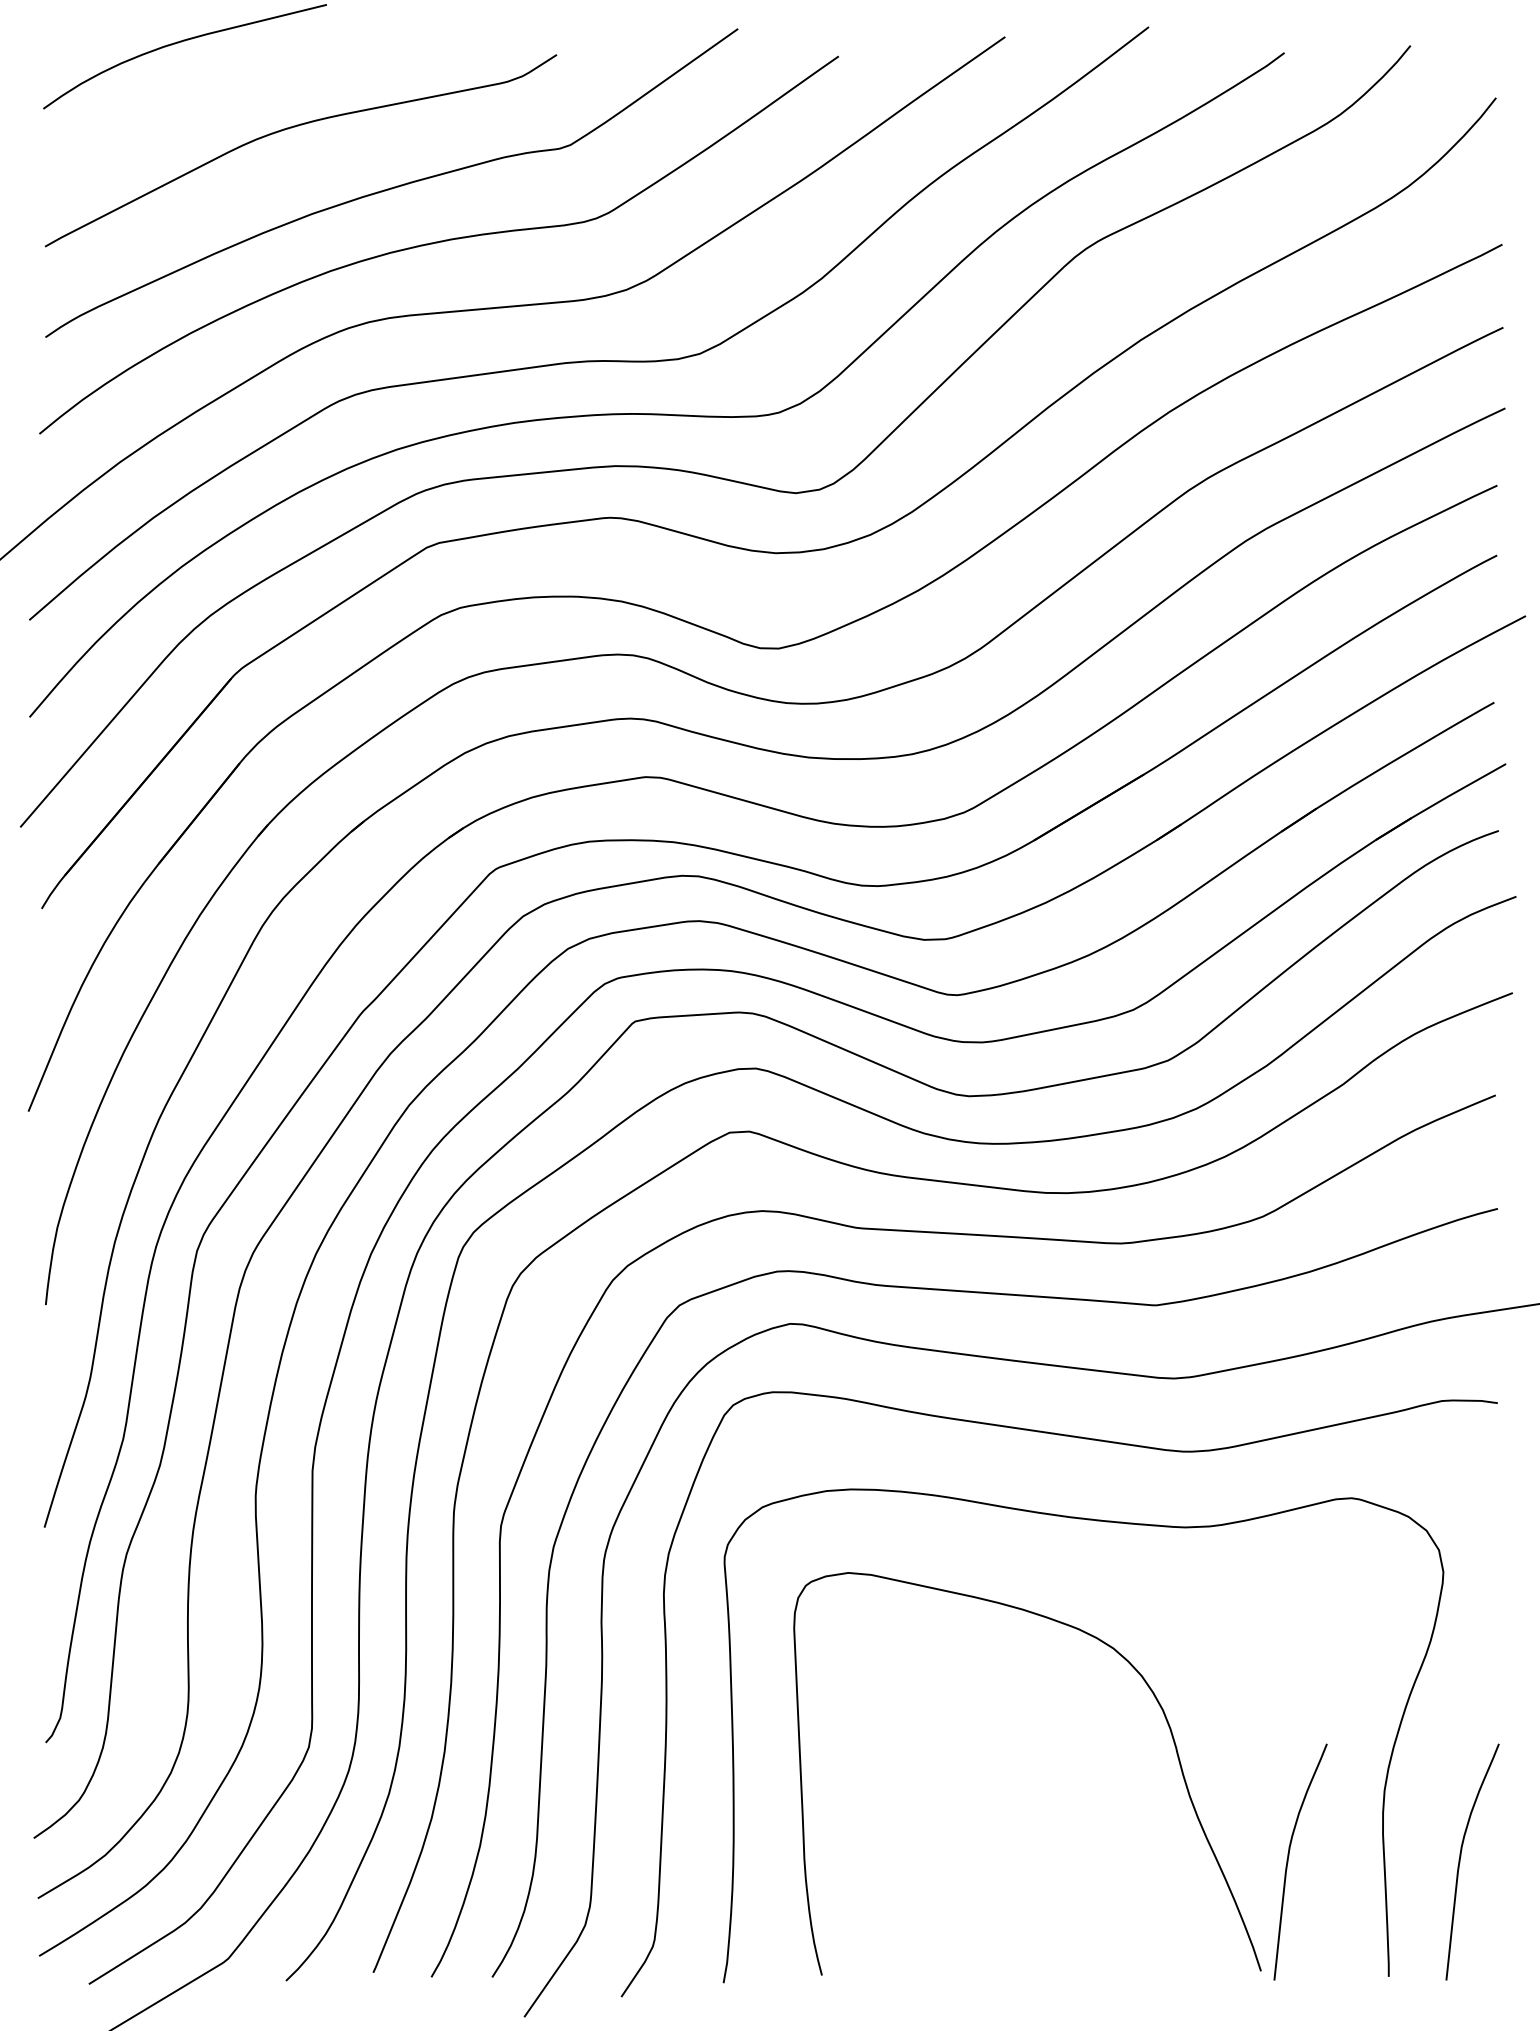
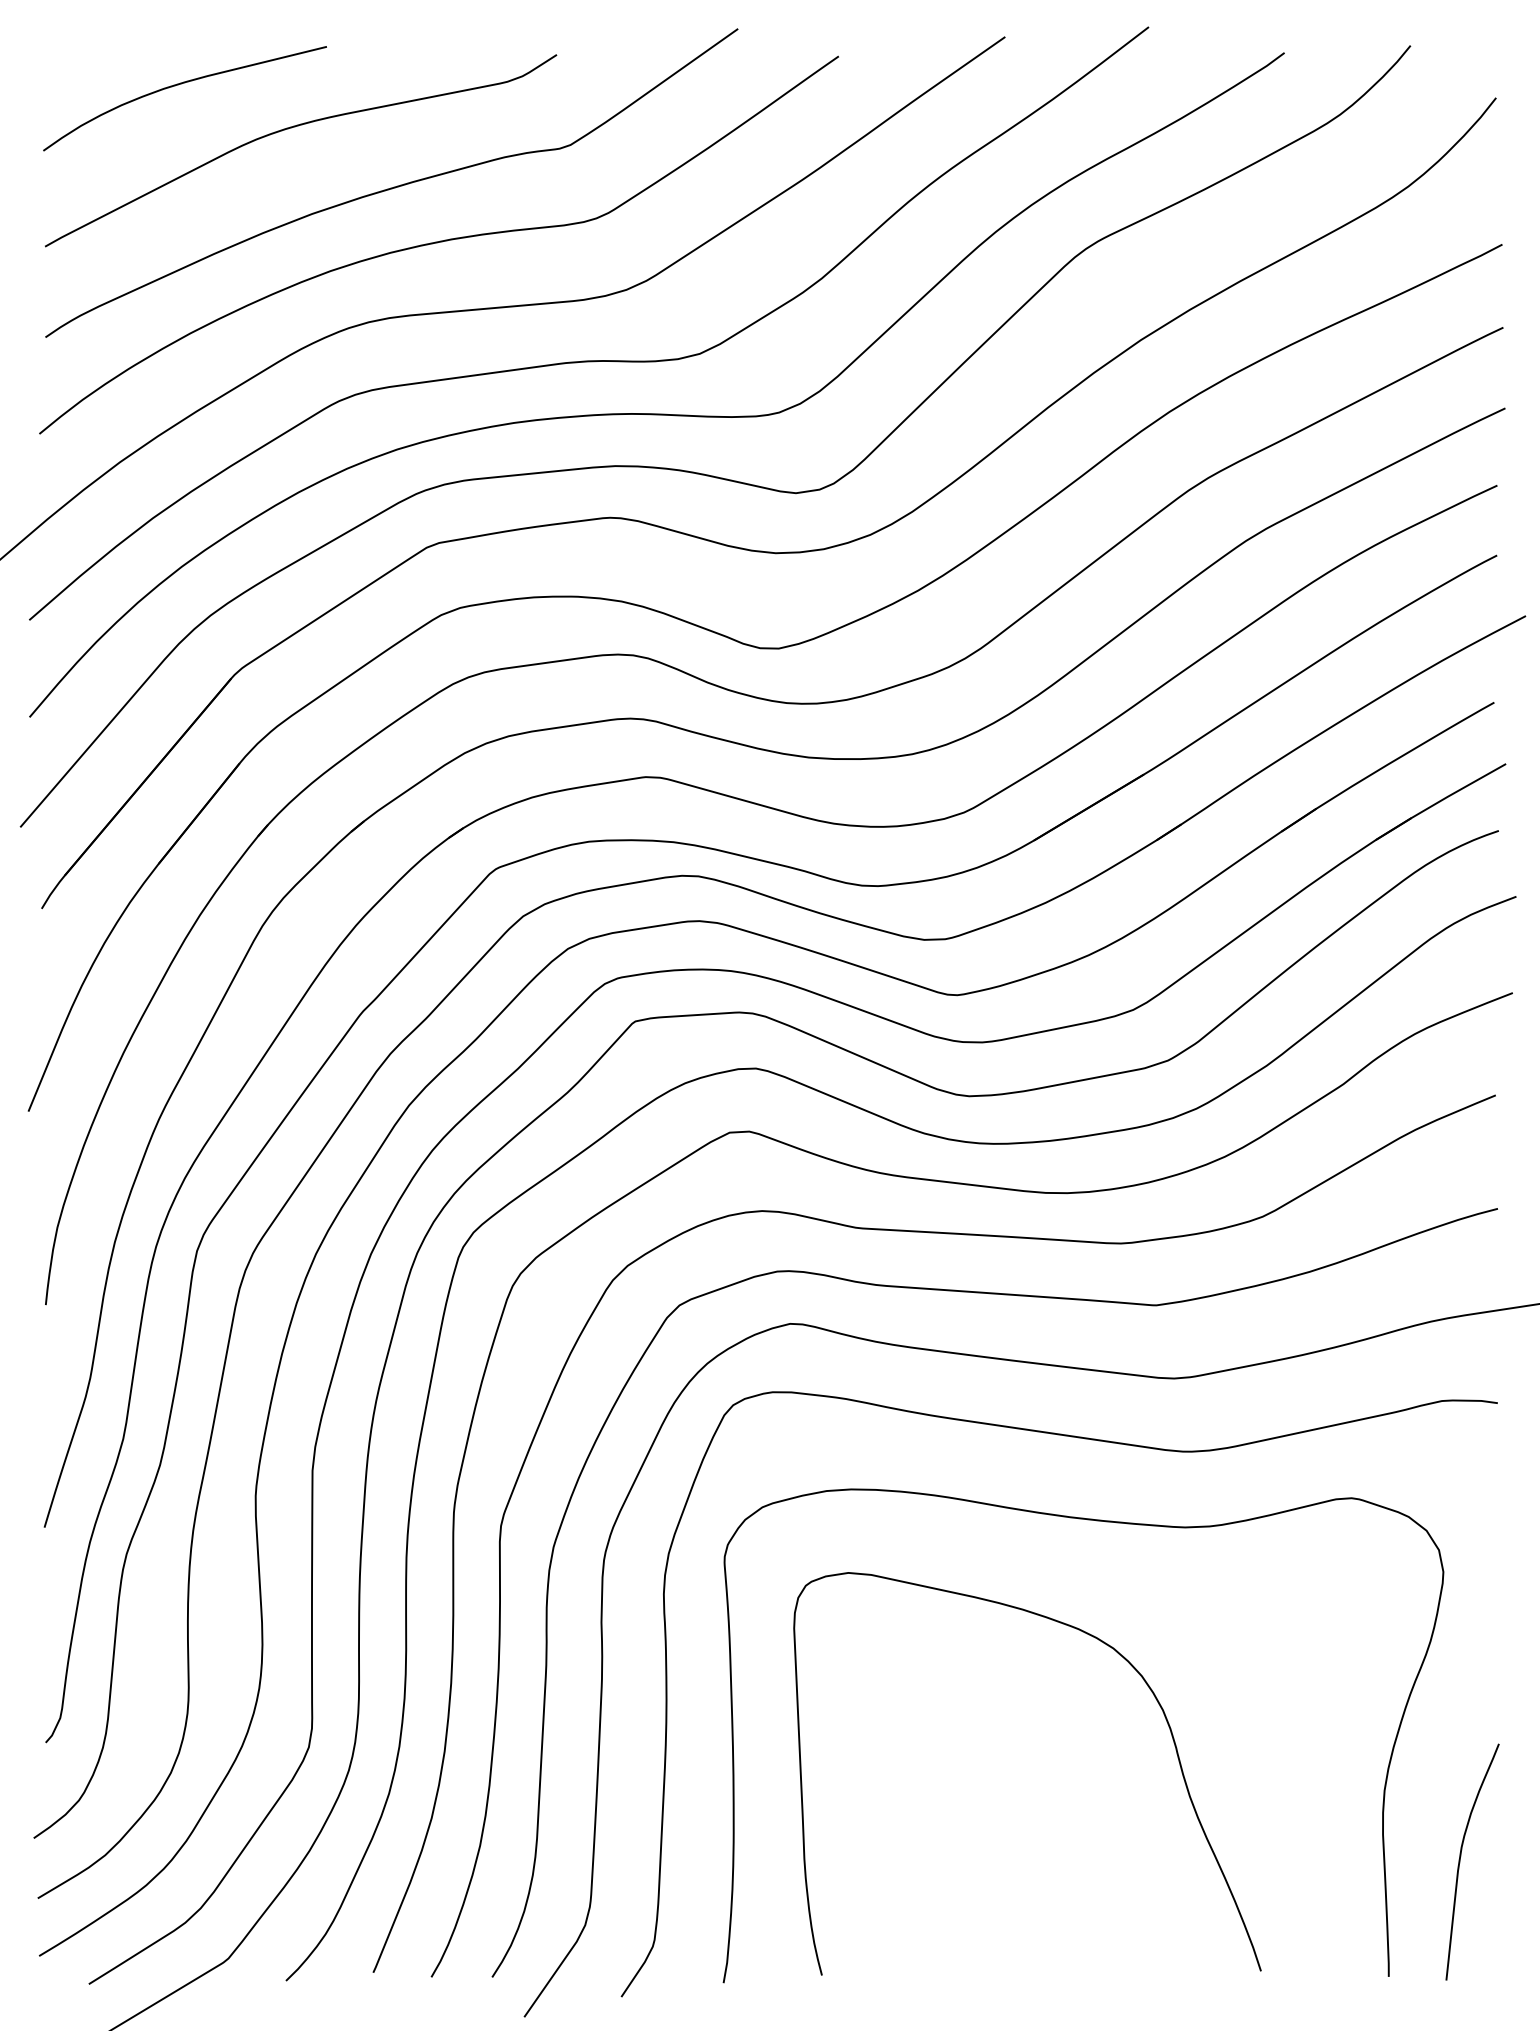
curve at (181, 42) position: (181, 42) -> (181, 84)
curve at (1288, 1861): present -> none
